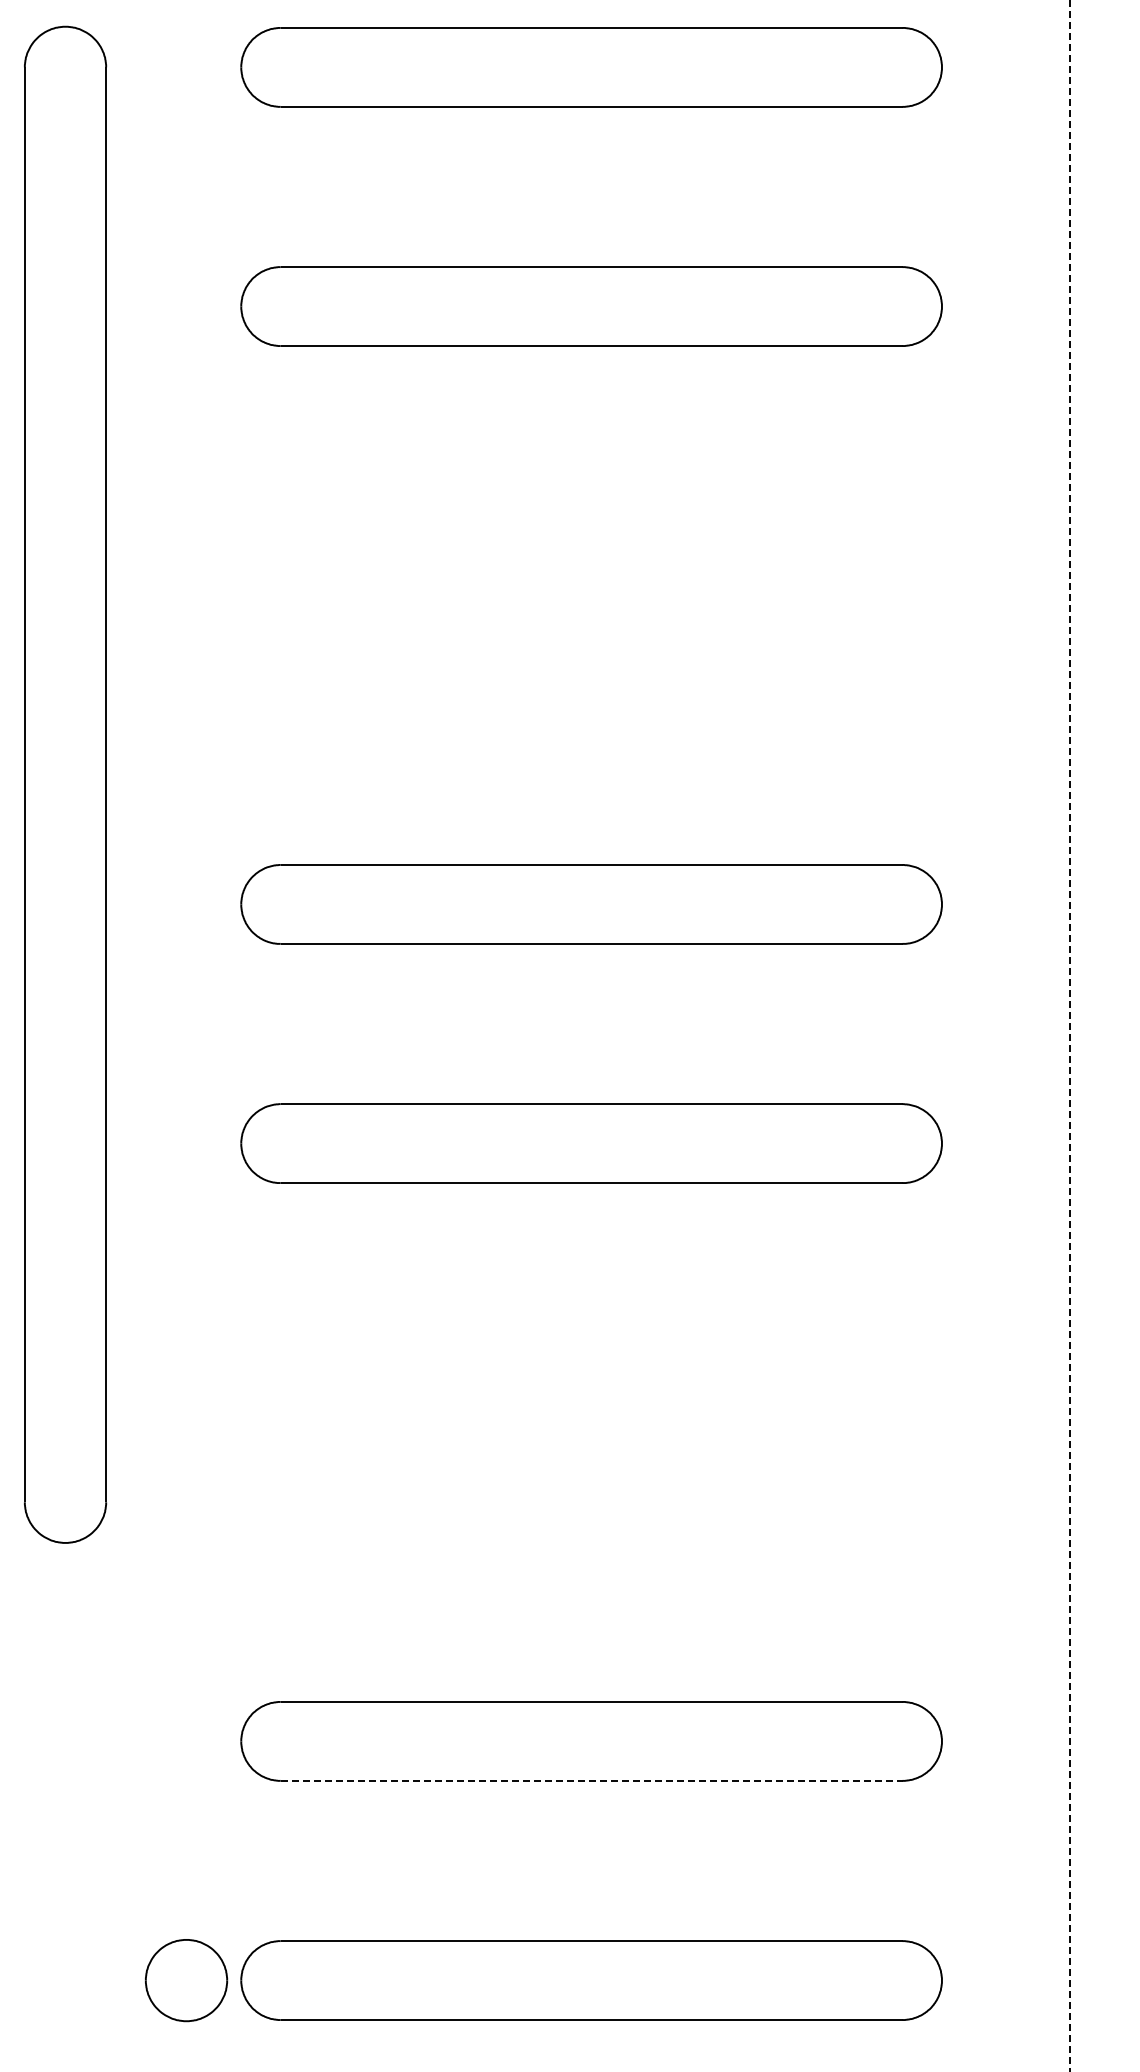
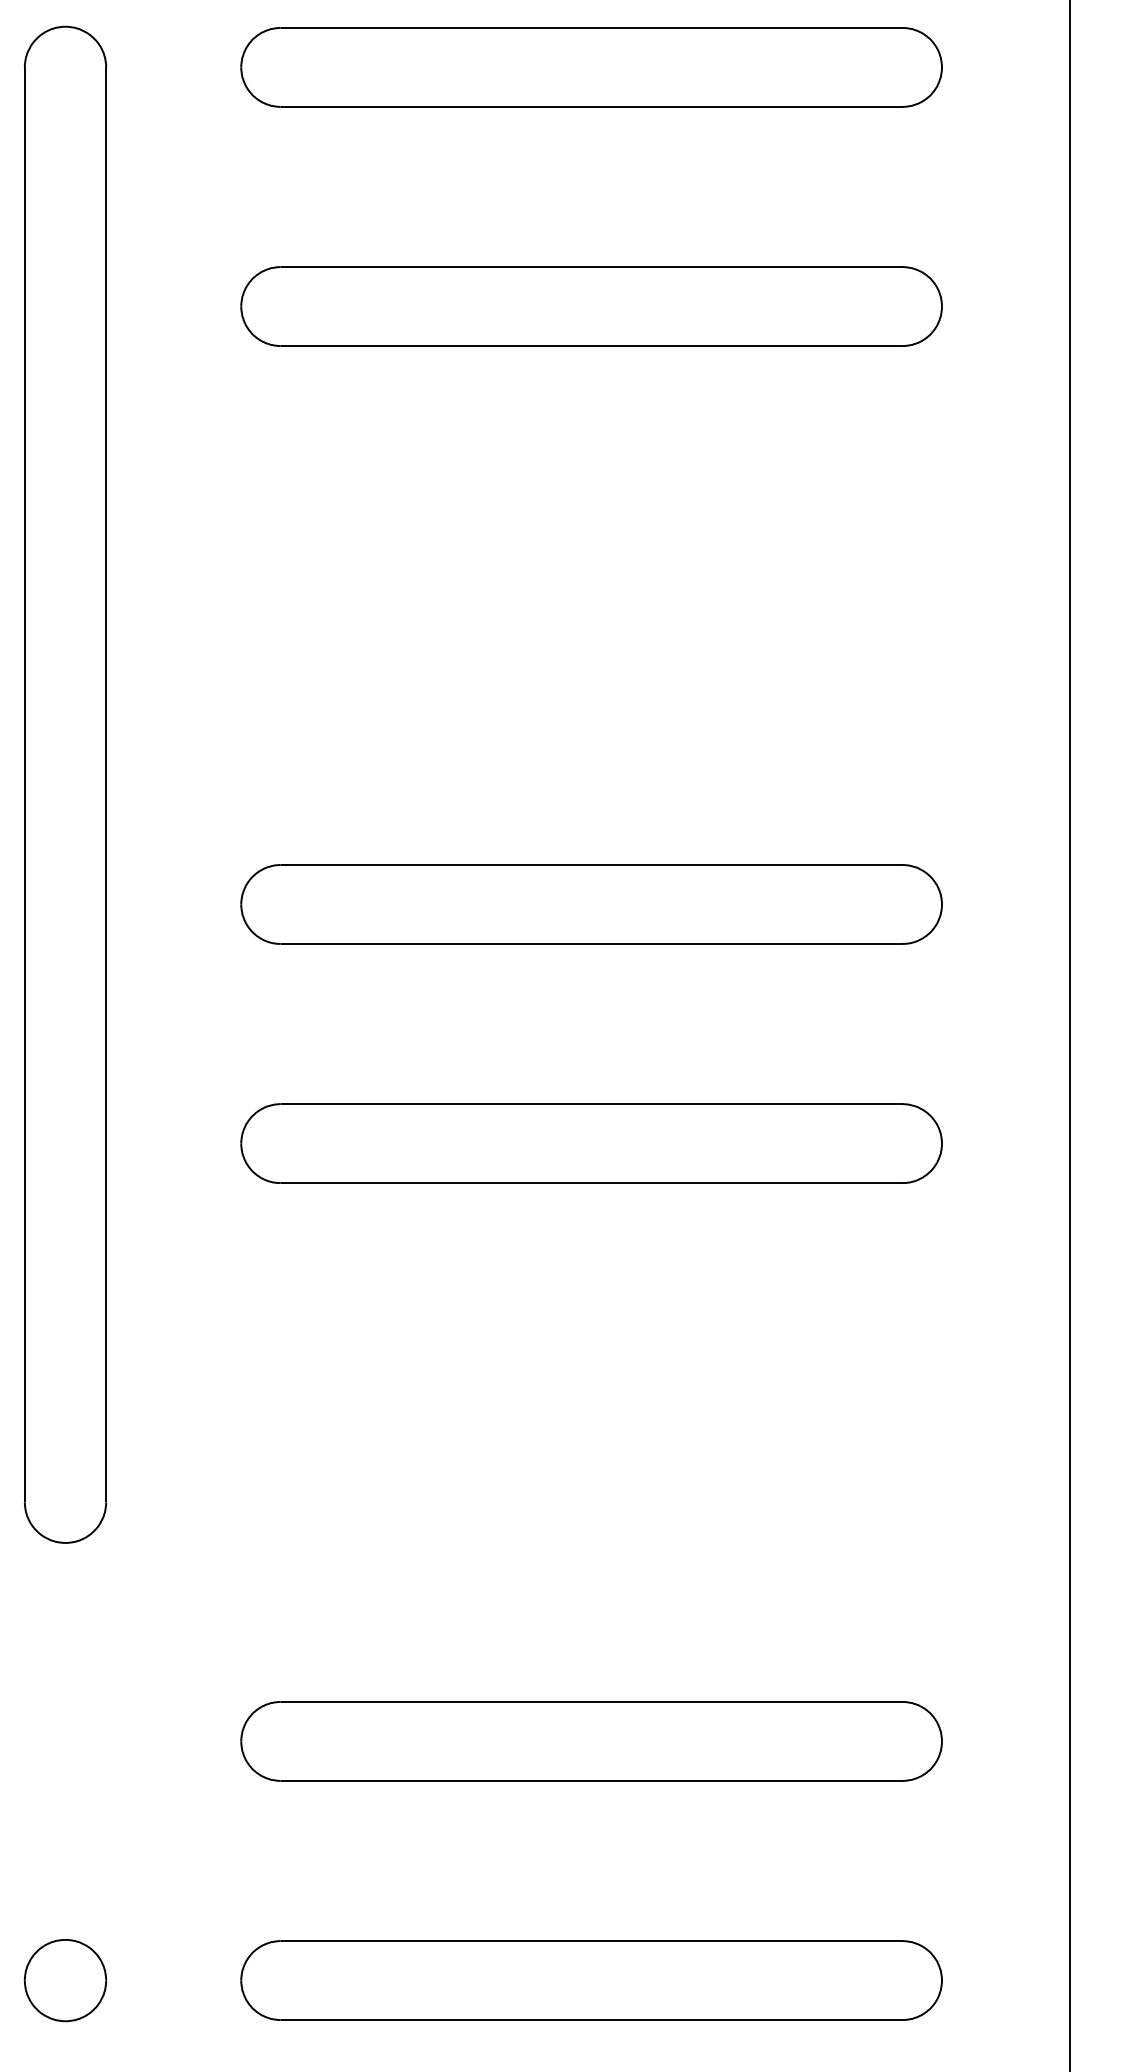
line at (1069, 1035): dashed -> solid
line at (591, 1780): dashed -> solid
part at (186, 1980) position: (186, 1980) -> (65, 1980)
